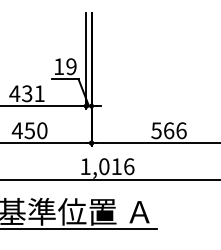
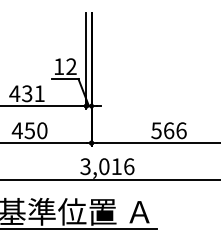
text at (71, 66): 19 -> 12
text at (85, 166): 1,016 -> 3,016
